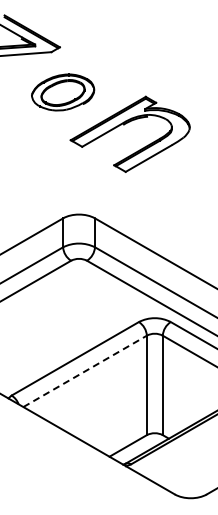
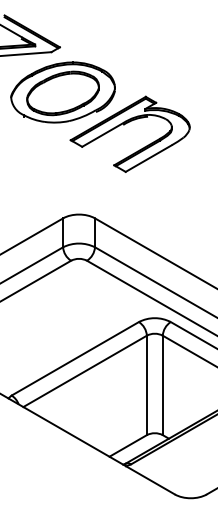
part at (63, 92) size: 65x39 px -> 106x63 px
line at (85, 371): dashed -> solid
